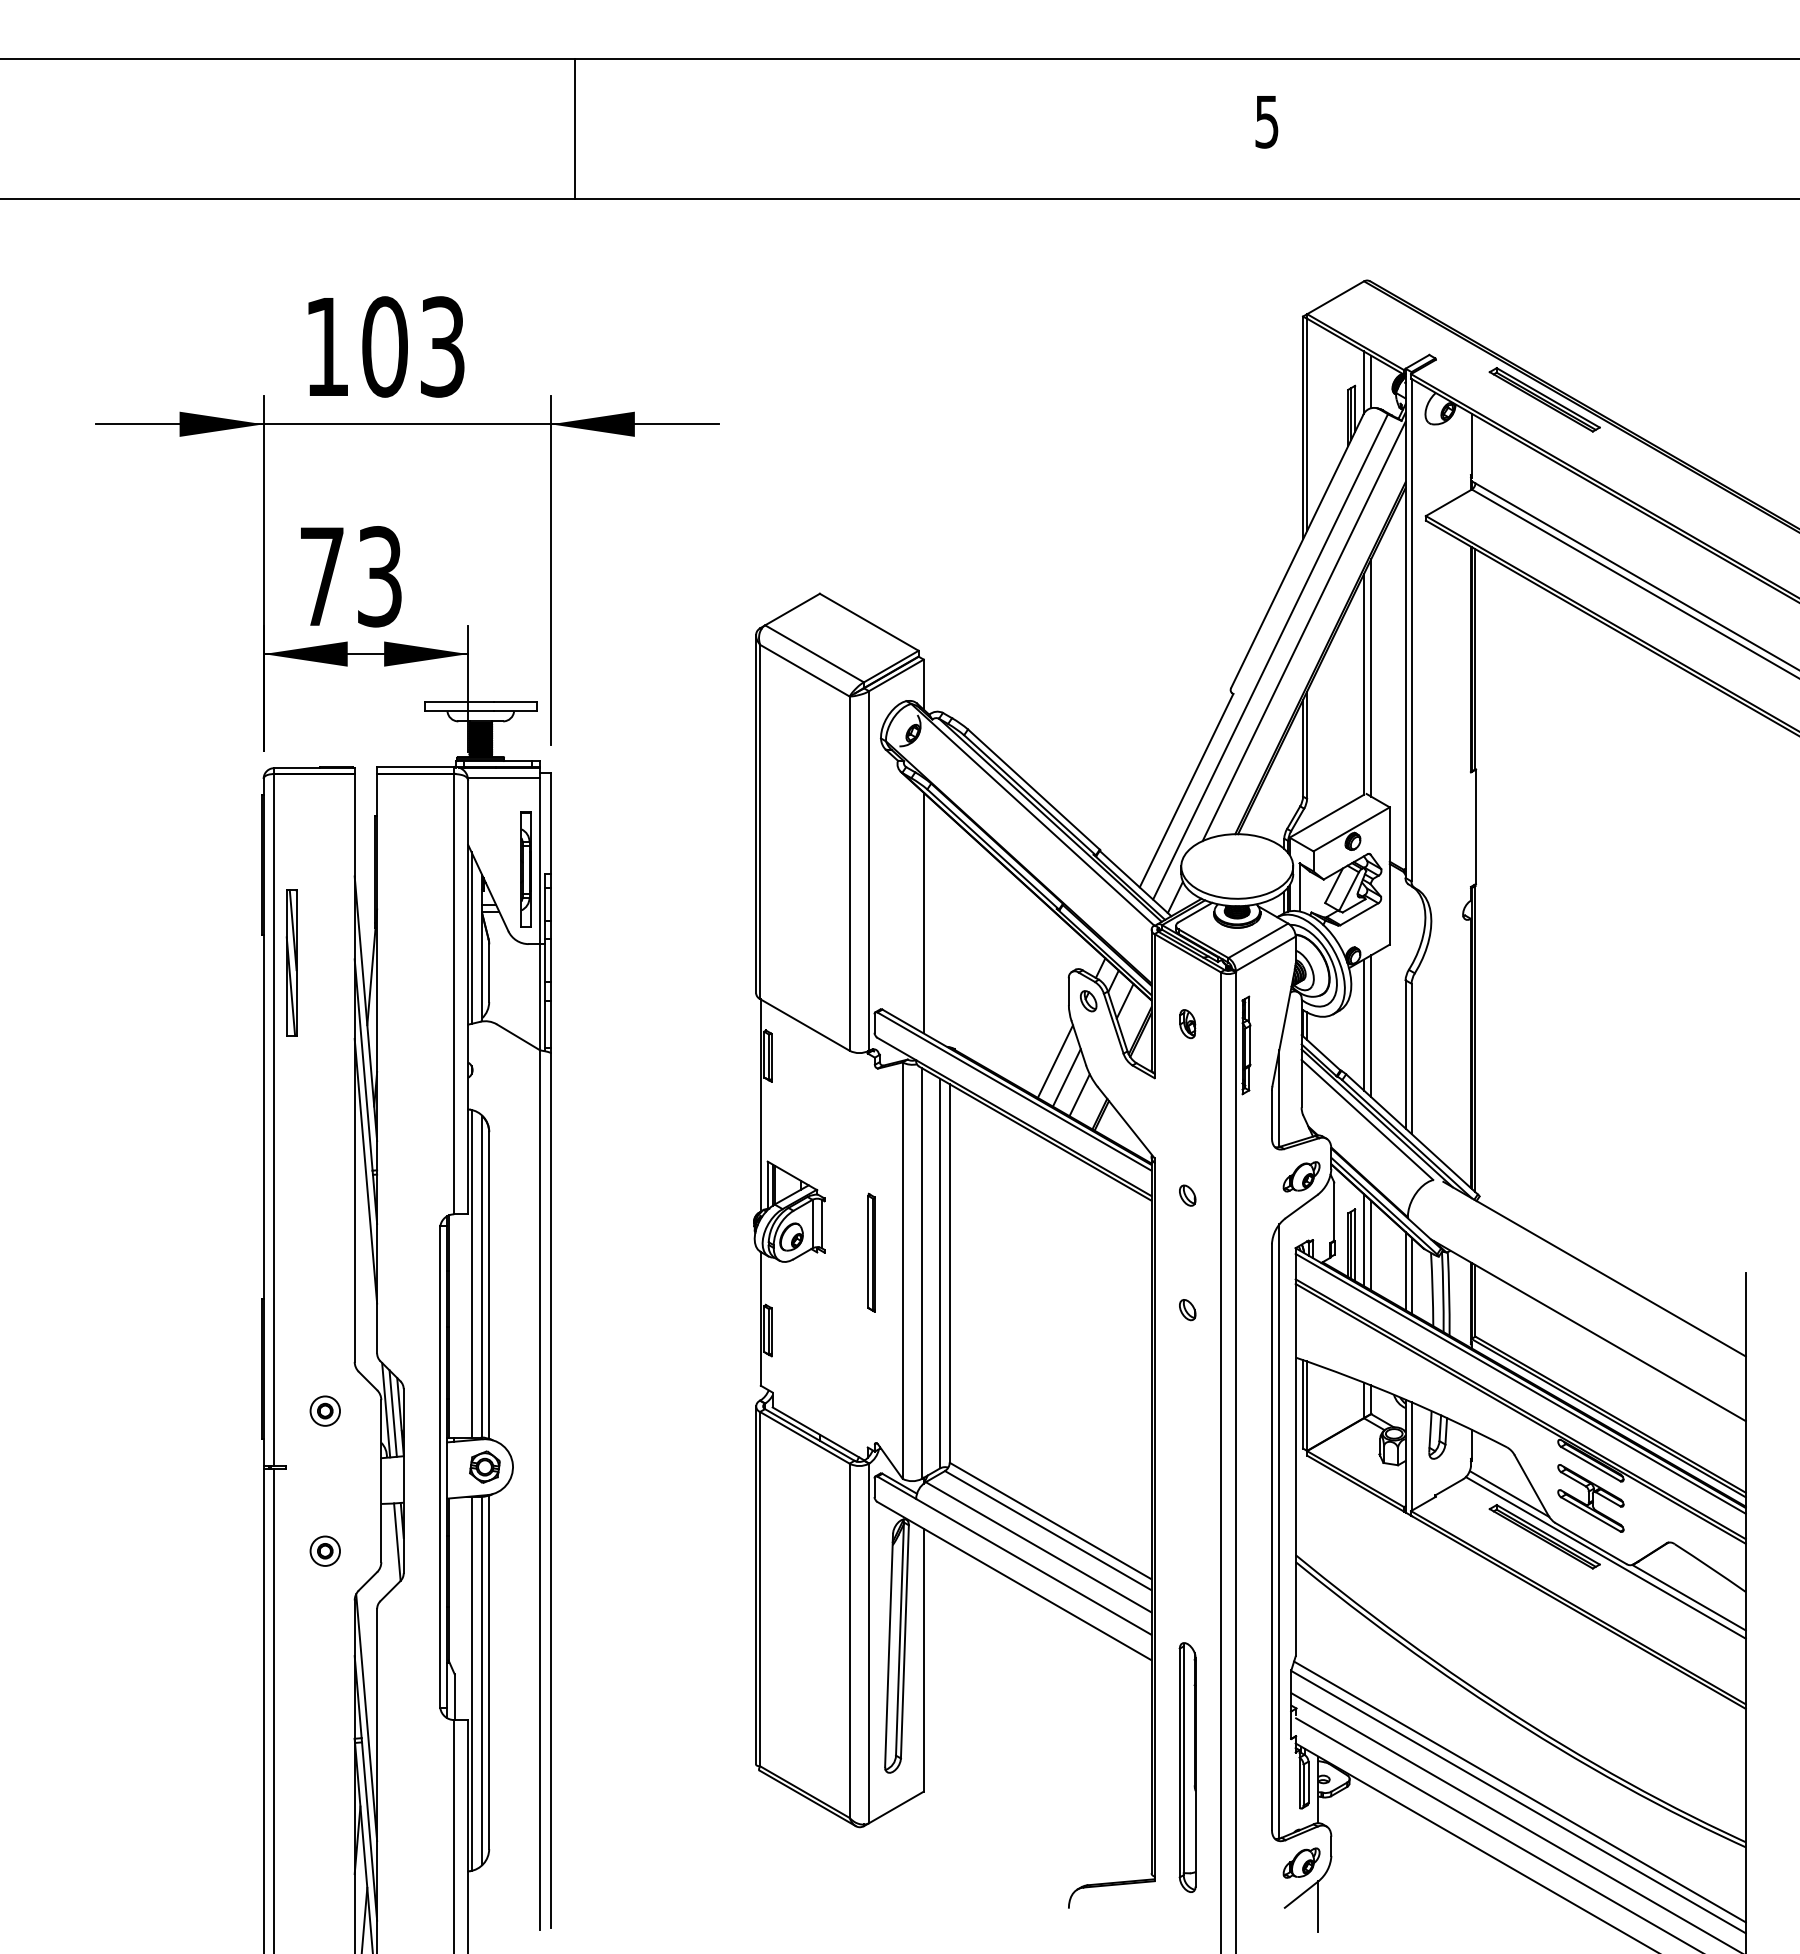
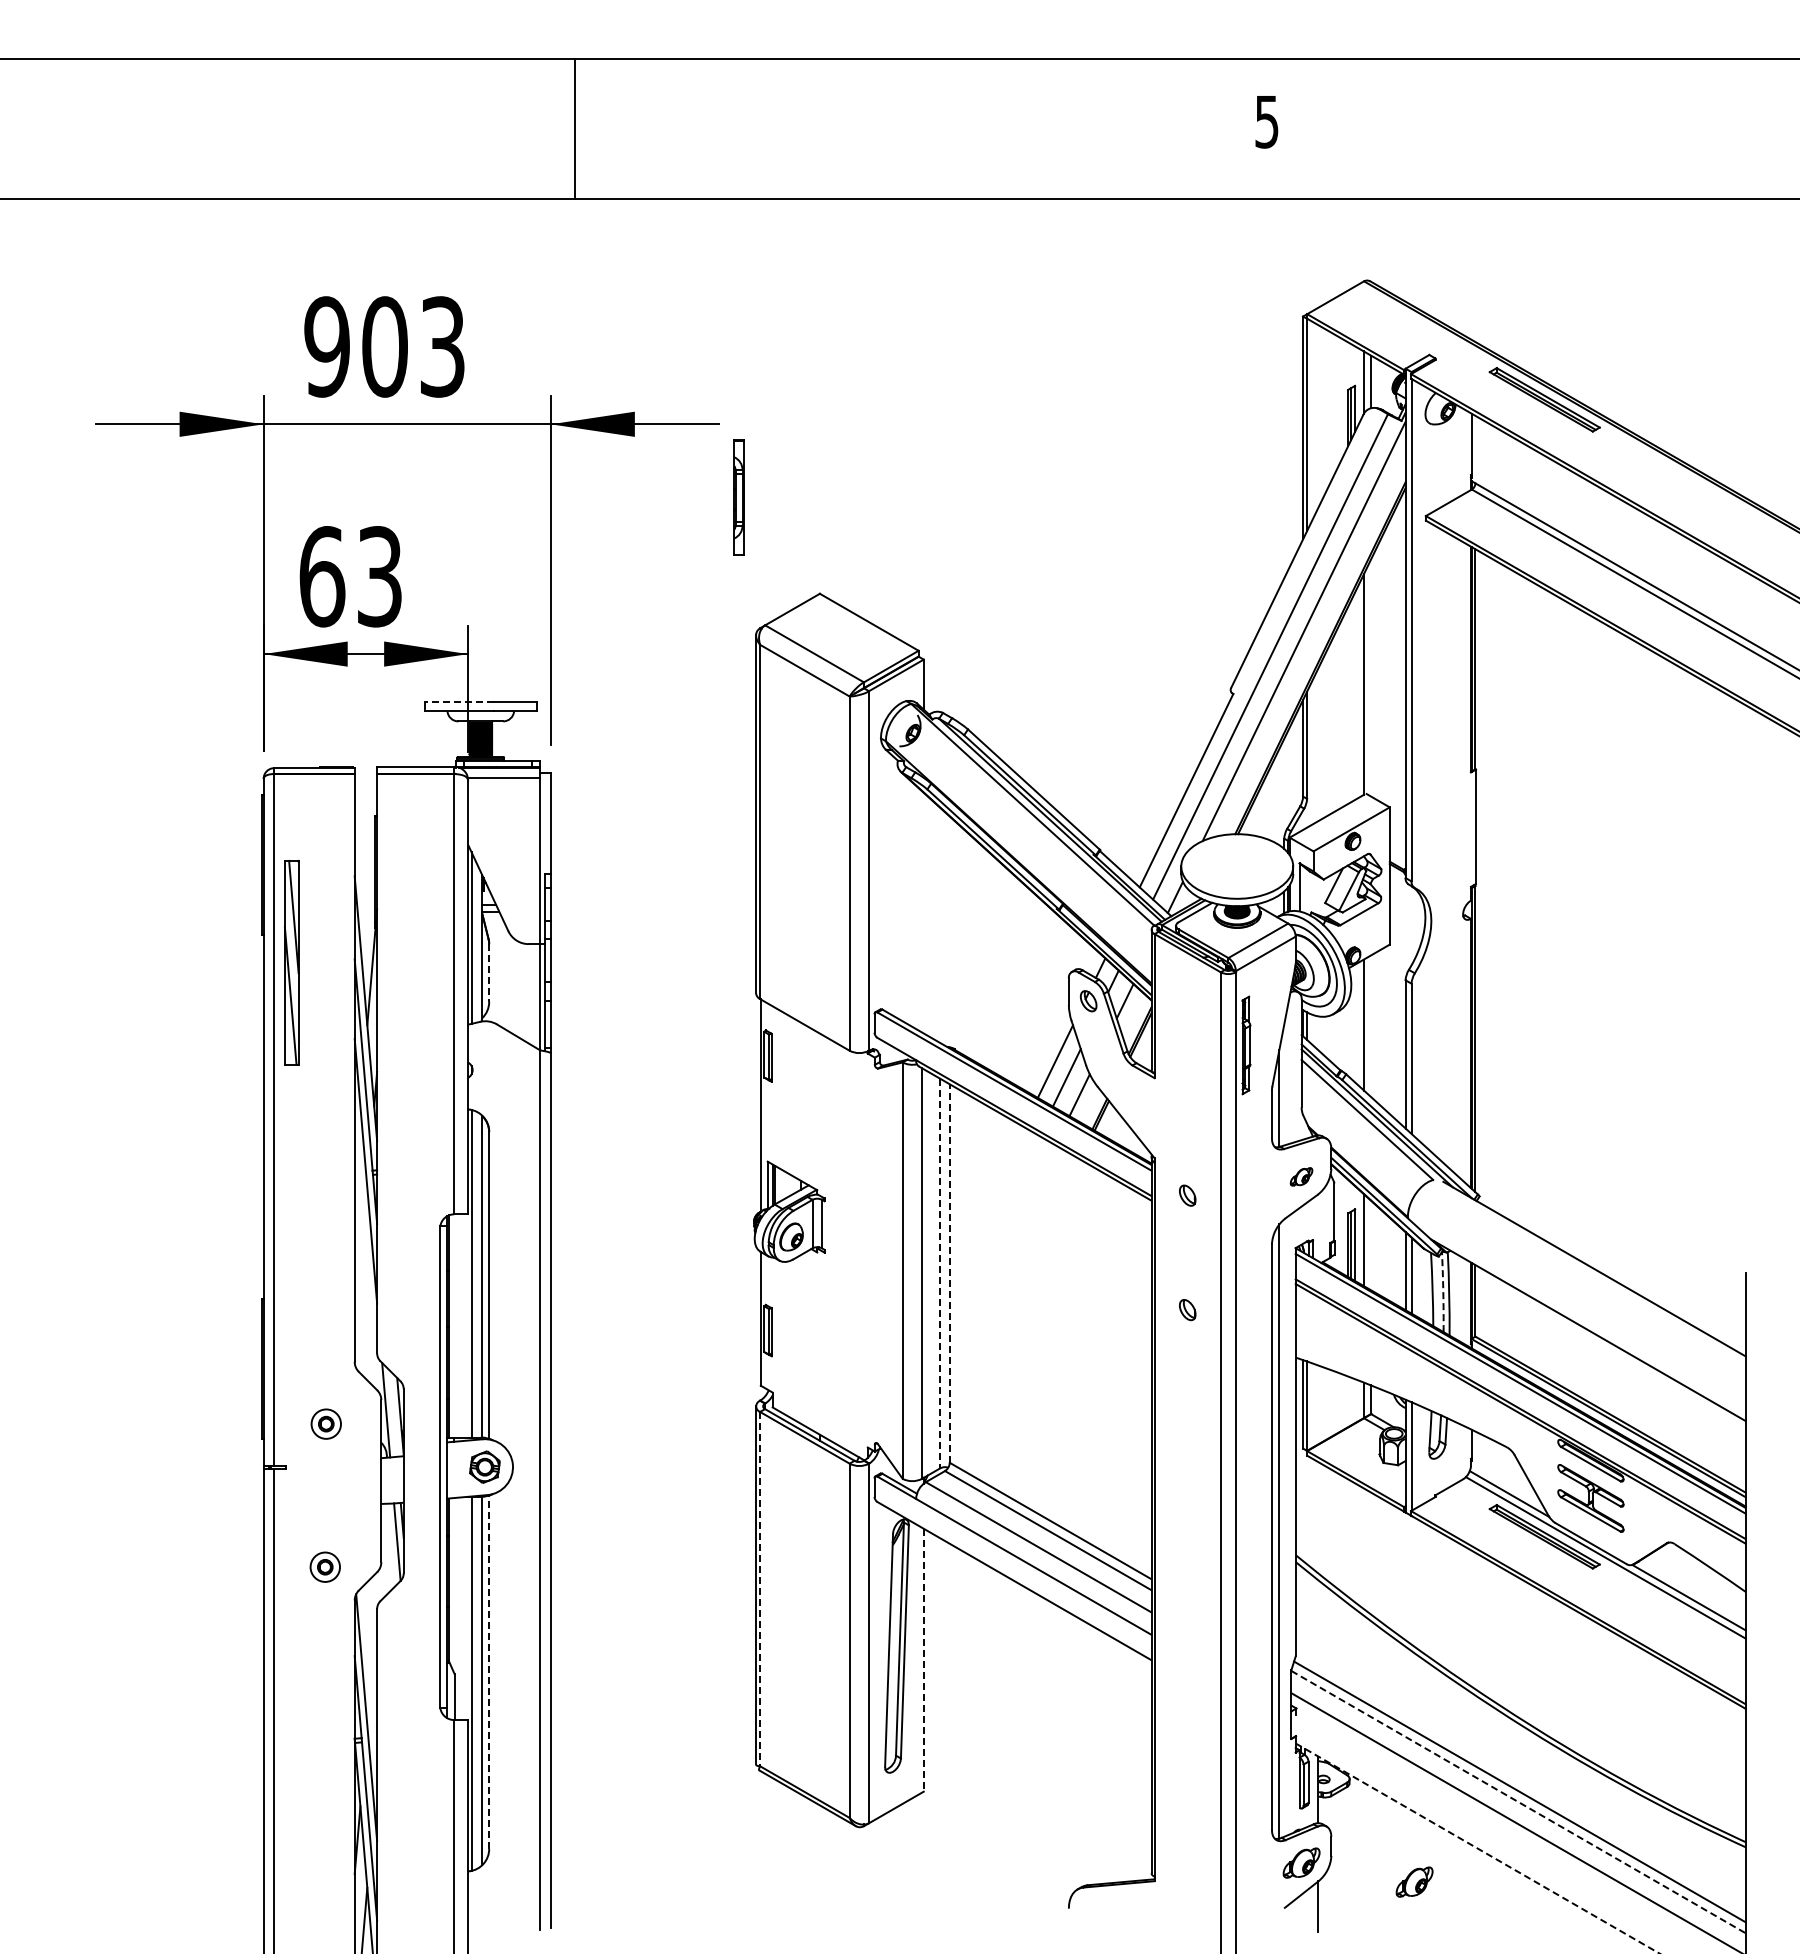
text at (326, 346): 103 -> 903
text at (322, 576): 73 -> 63
line at (1371, 677): present -> none
line at (459, 702): solid -> dashed
part at (525, 869) position: (525, 869) -> (738, 497)
line at (923, 912): present -> none
part at (291, 962) size: 13x148 px -> 16x206 px
line at (489, 973): solid -> dashed
part at (1187, 1024): present -> none
line at (1371, 1026): present -> none
part at (1301, 1176) size: 39x32 px -> 25x20 px
line at (1371, 1245): present -> none
part at (871, 1252): present -> none
line at (940, 1273): solid -> dashed
line at (949, 1273): solid -> dashed
arc at (1443, 1292): solid -> dashed
part at (324, 1410) position: (324, 1410) -> (325, 1423)
line at (392, 1413): present -> none
part at (324, 1550) position: (324, 1550) -> (324, 1566)
line at (760, 1589): solid -> dashed
line at (923, 1660): solid -> dashed
line at (489, 1672): solid -> dashed
part at (1187, 1767): present -> none
line at (1519, 1802): solid -> dashed
line at (1497, 1834): present -> none
line at (1478, 1848): solid -> dashed
part at (1414, 1881): none -> present
